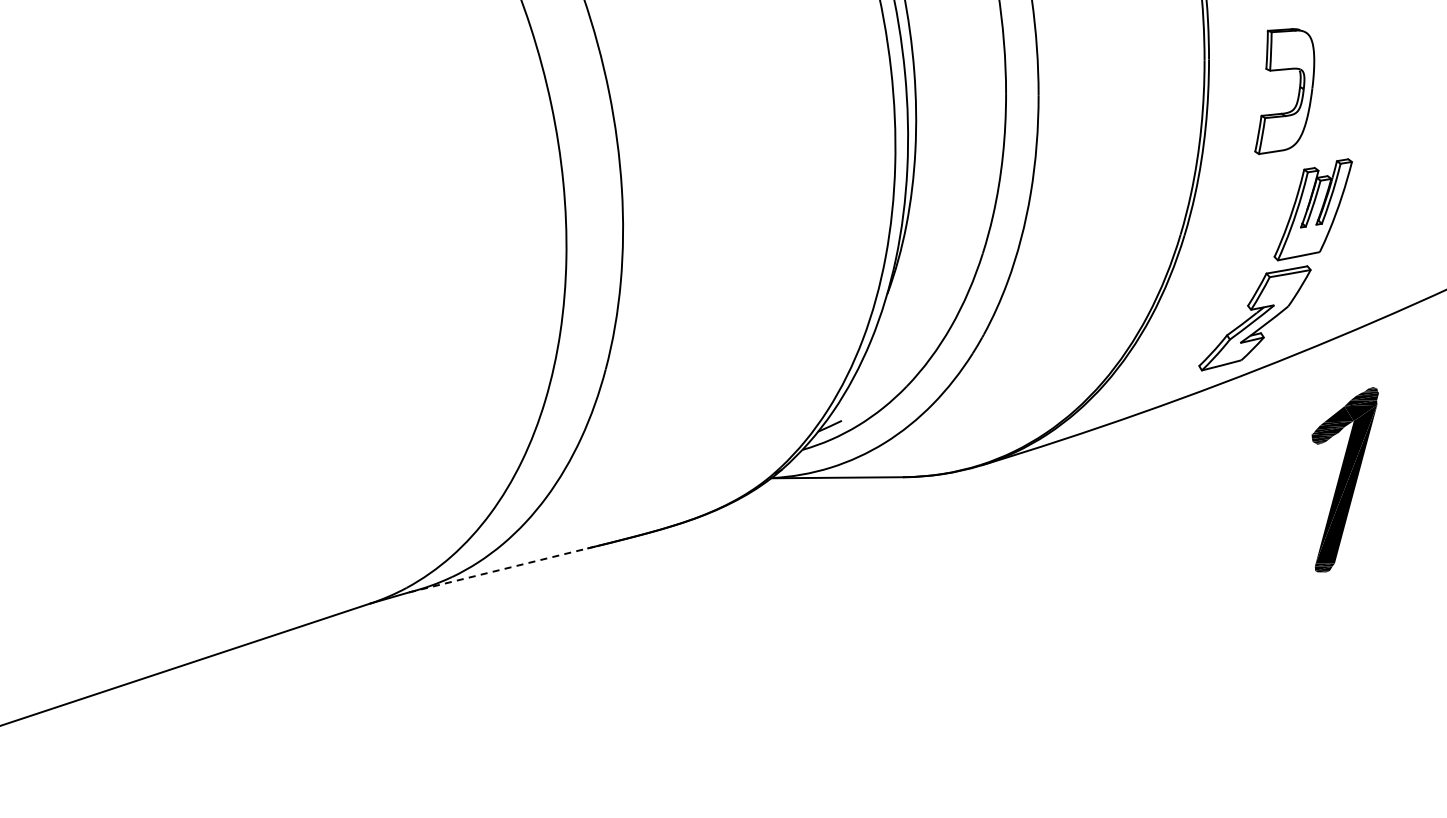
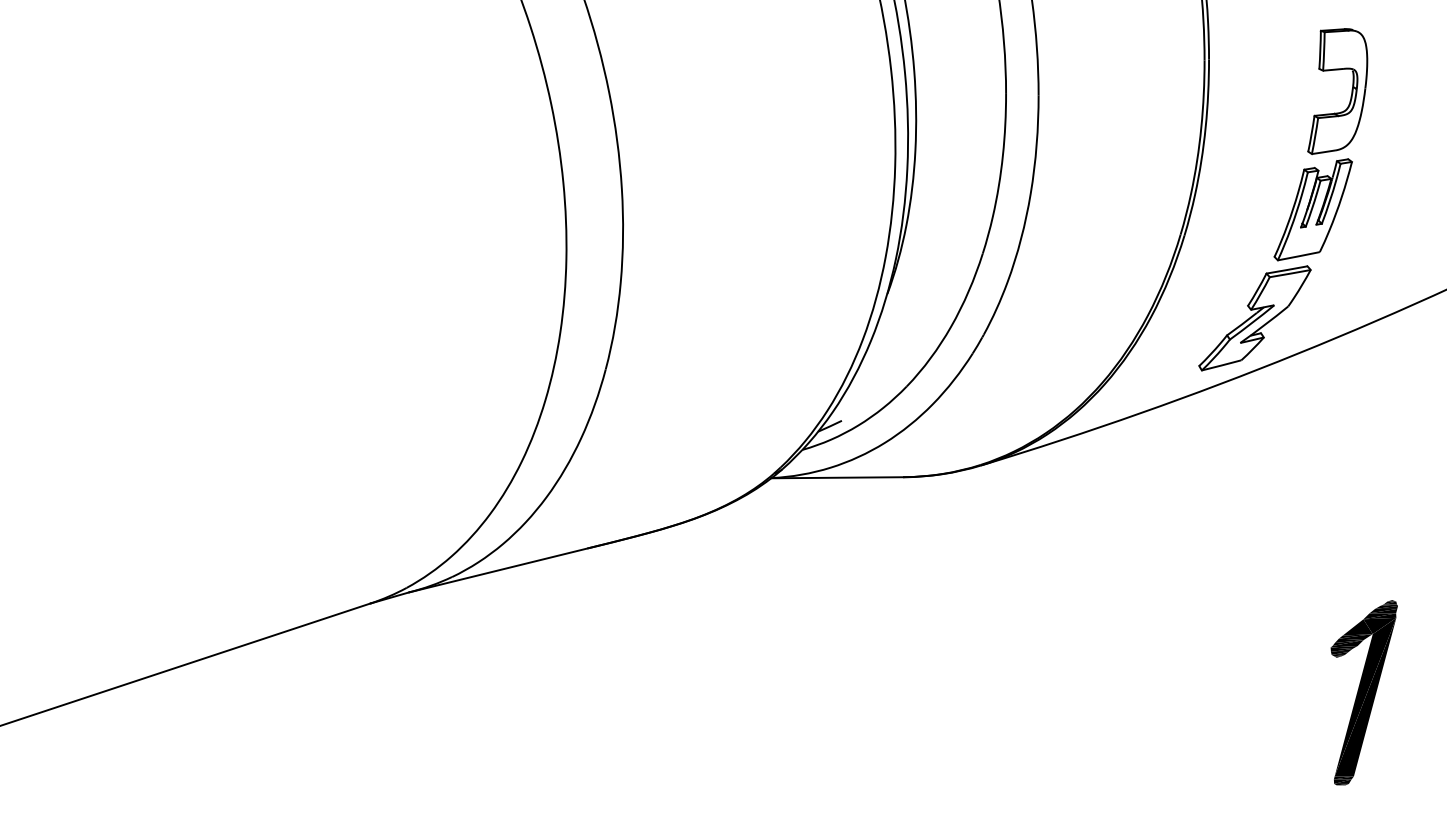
part at (1297, 96) position: (1297, 96) -> (1350, 96)
part at (1344, 479) position: (1344, 479) -> (1363, 692)
line at (503, 569): dashed -> solid
